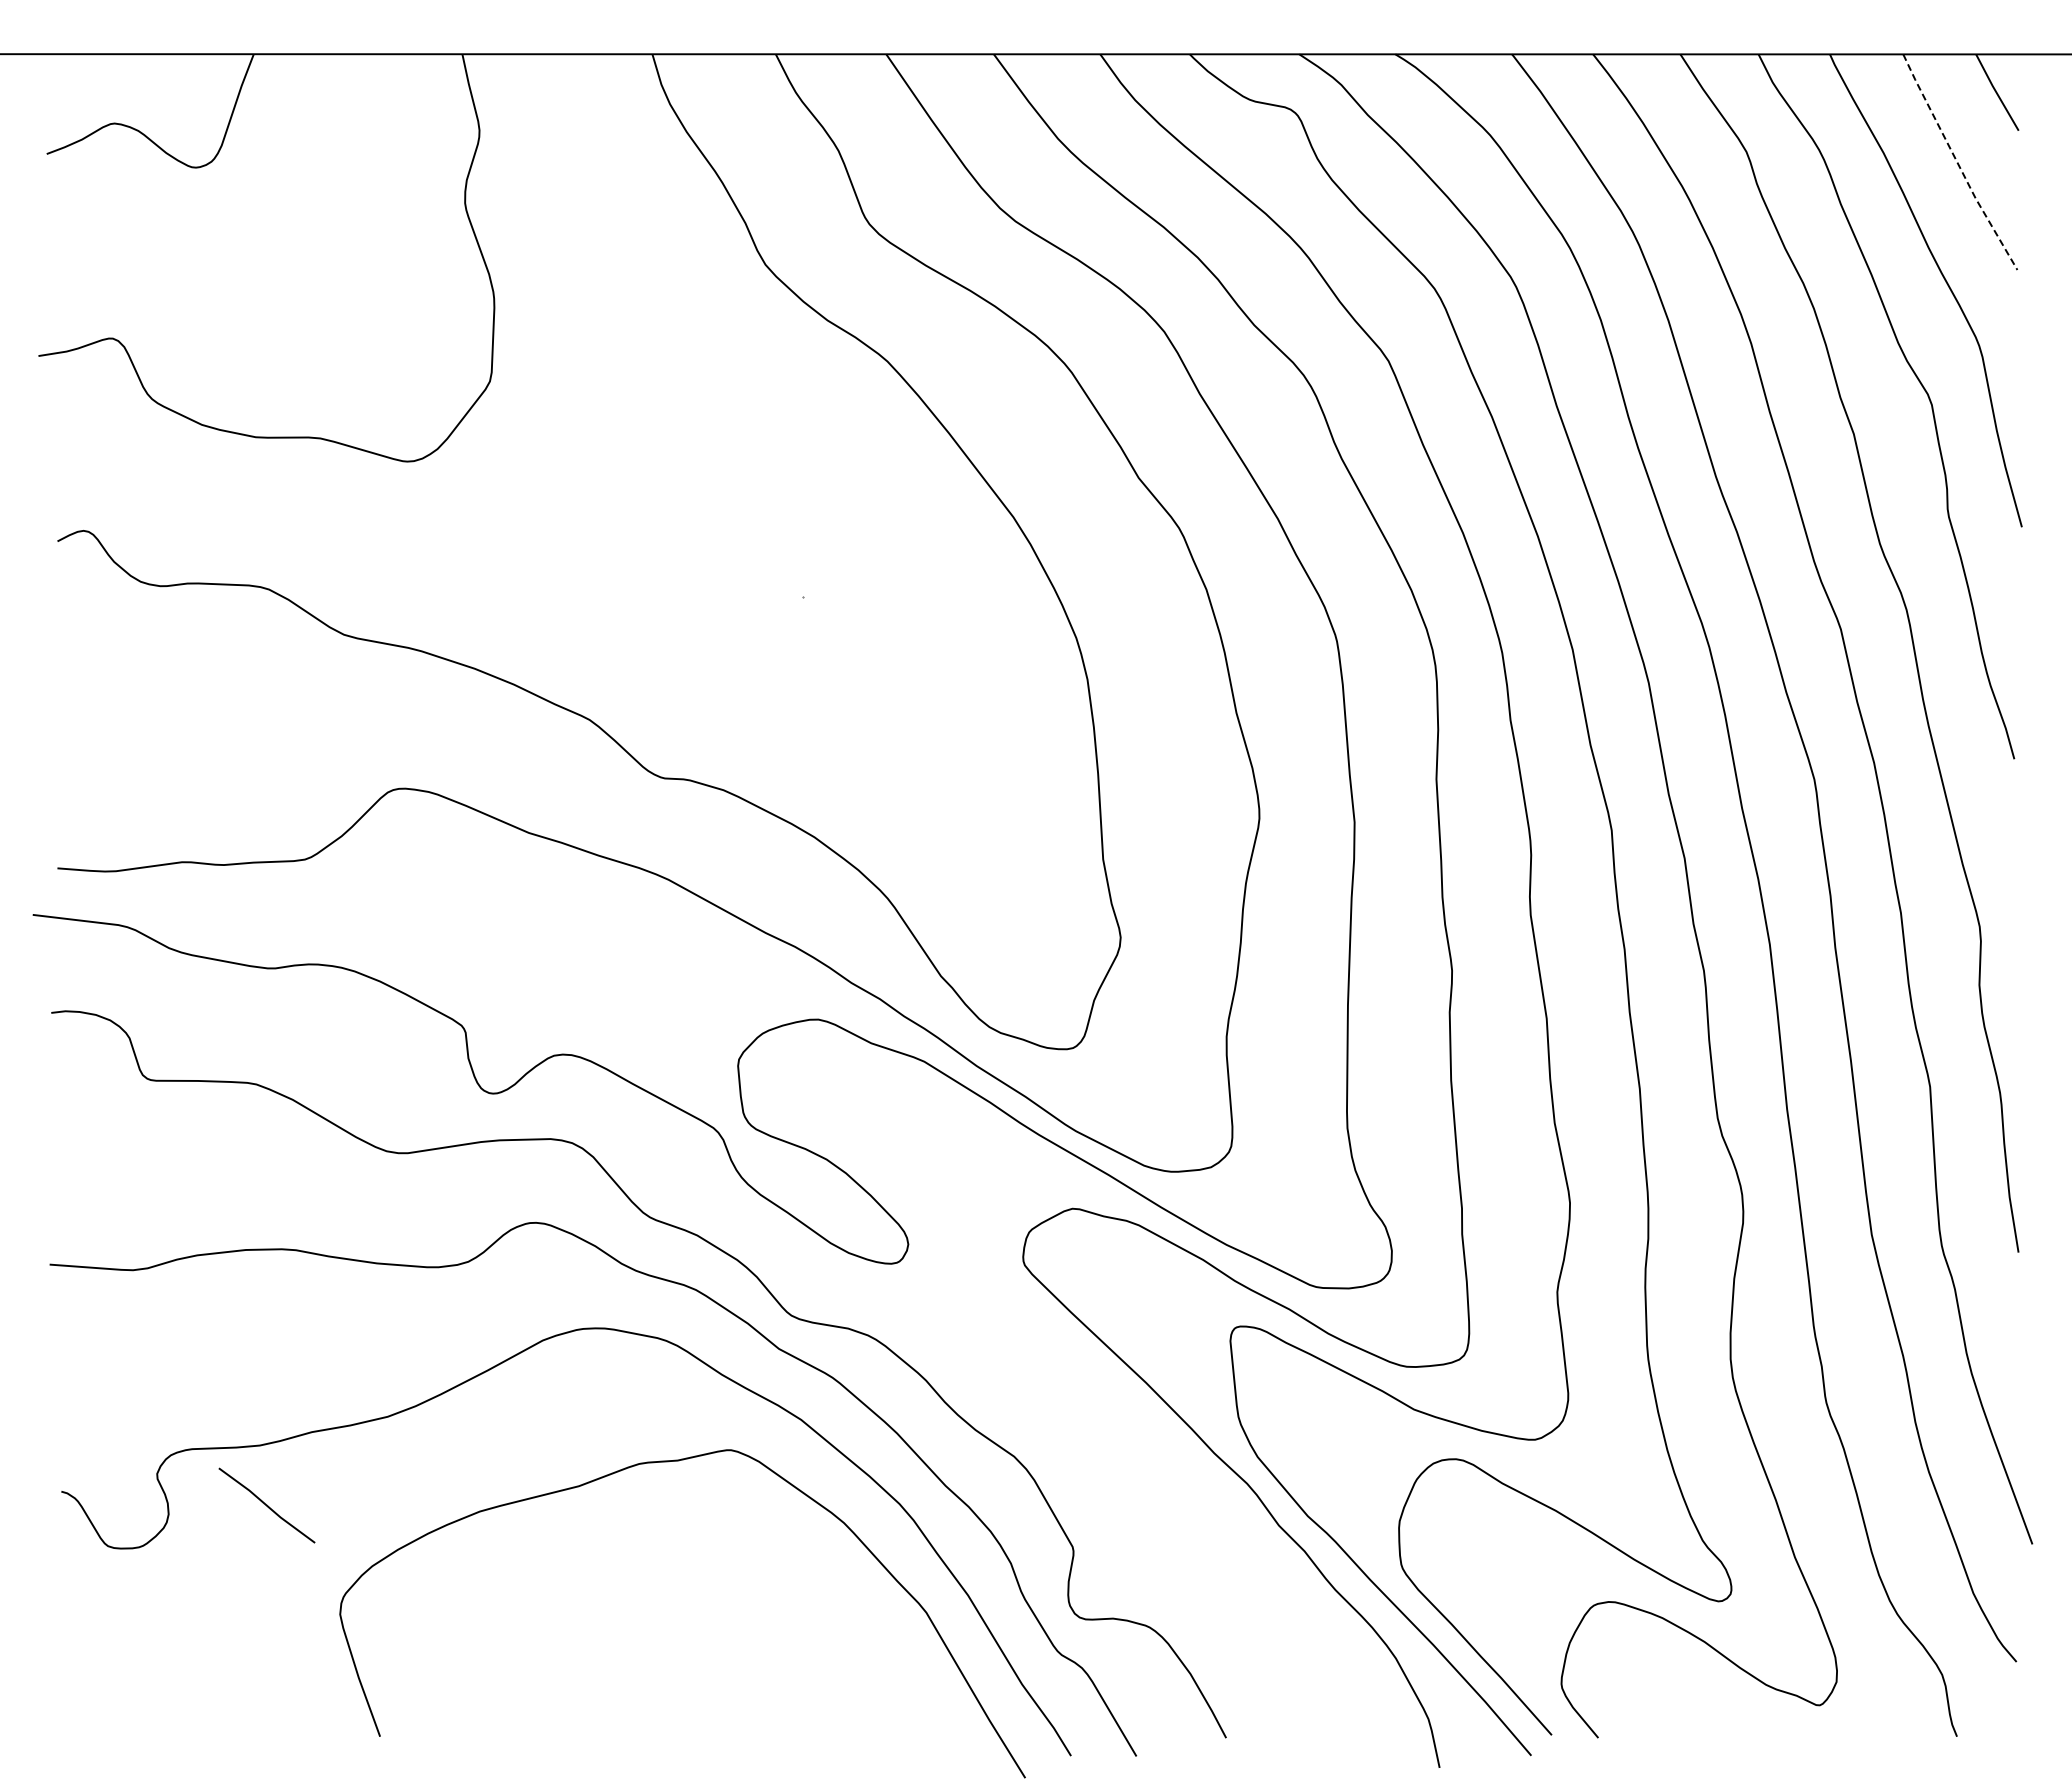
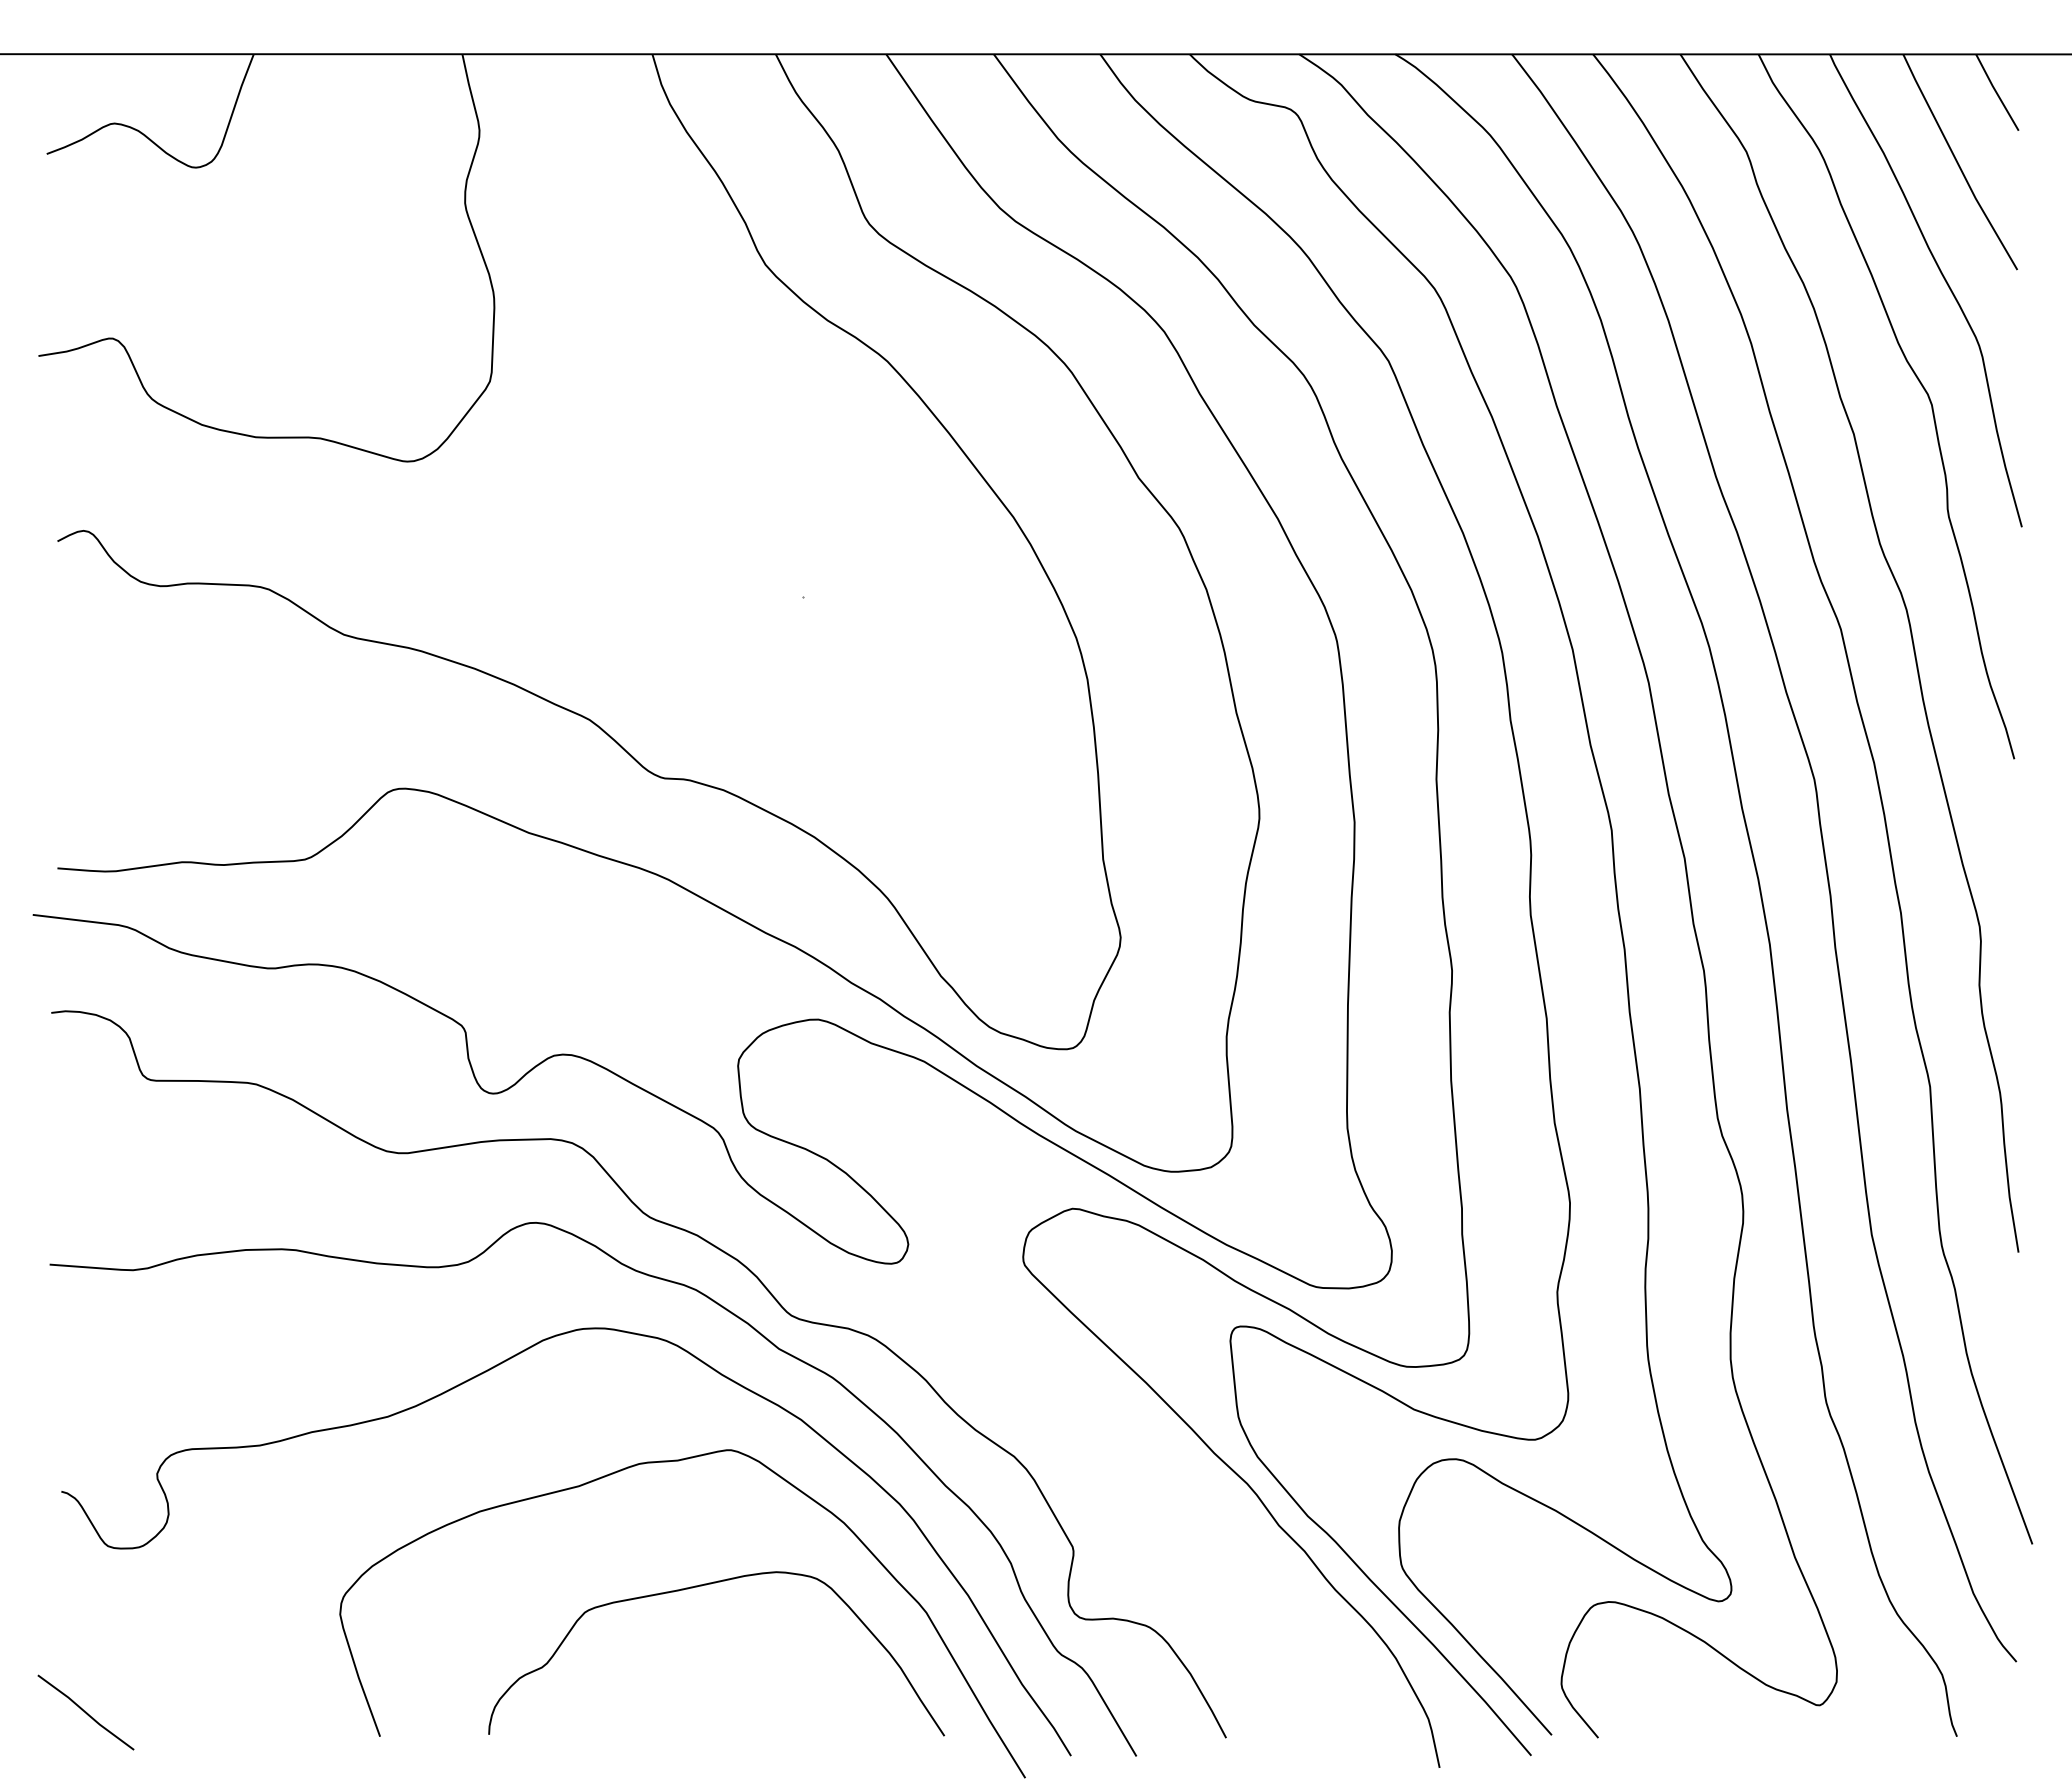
line at (1957, 163): dashed -> solid
line at (266, 1505) position: (266, 1505) -> (85, 1712)
curve at (702, 1586): none -> present
